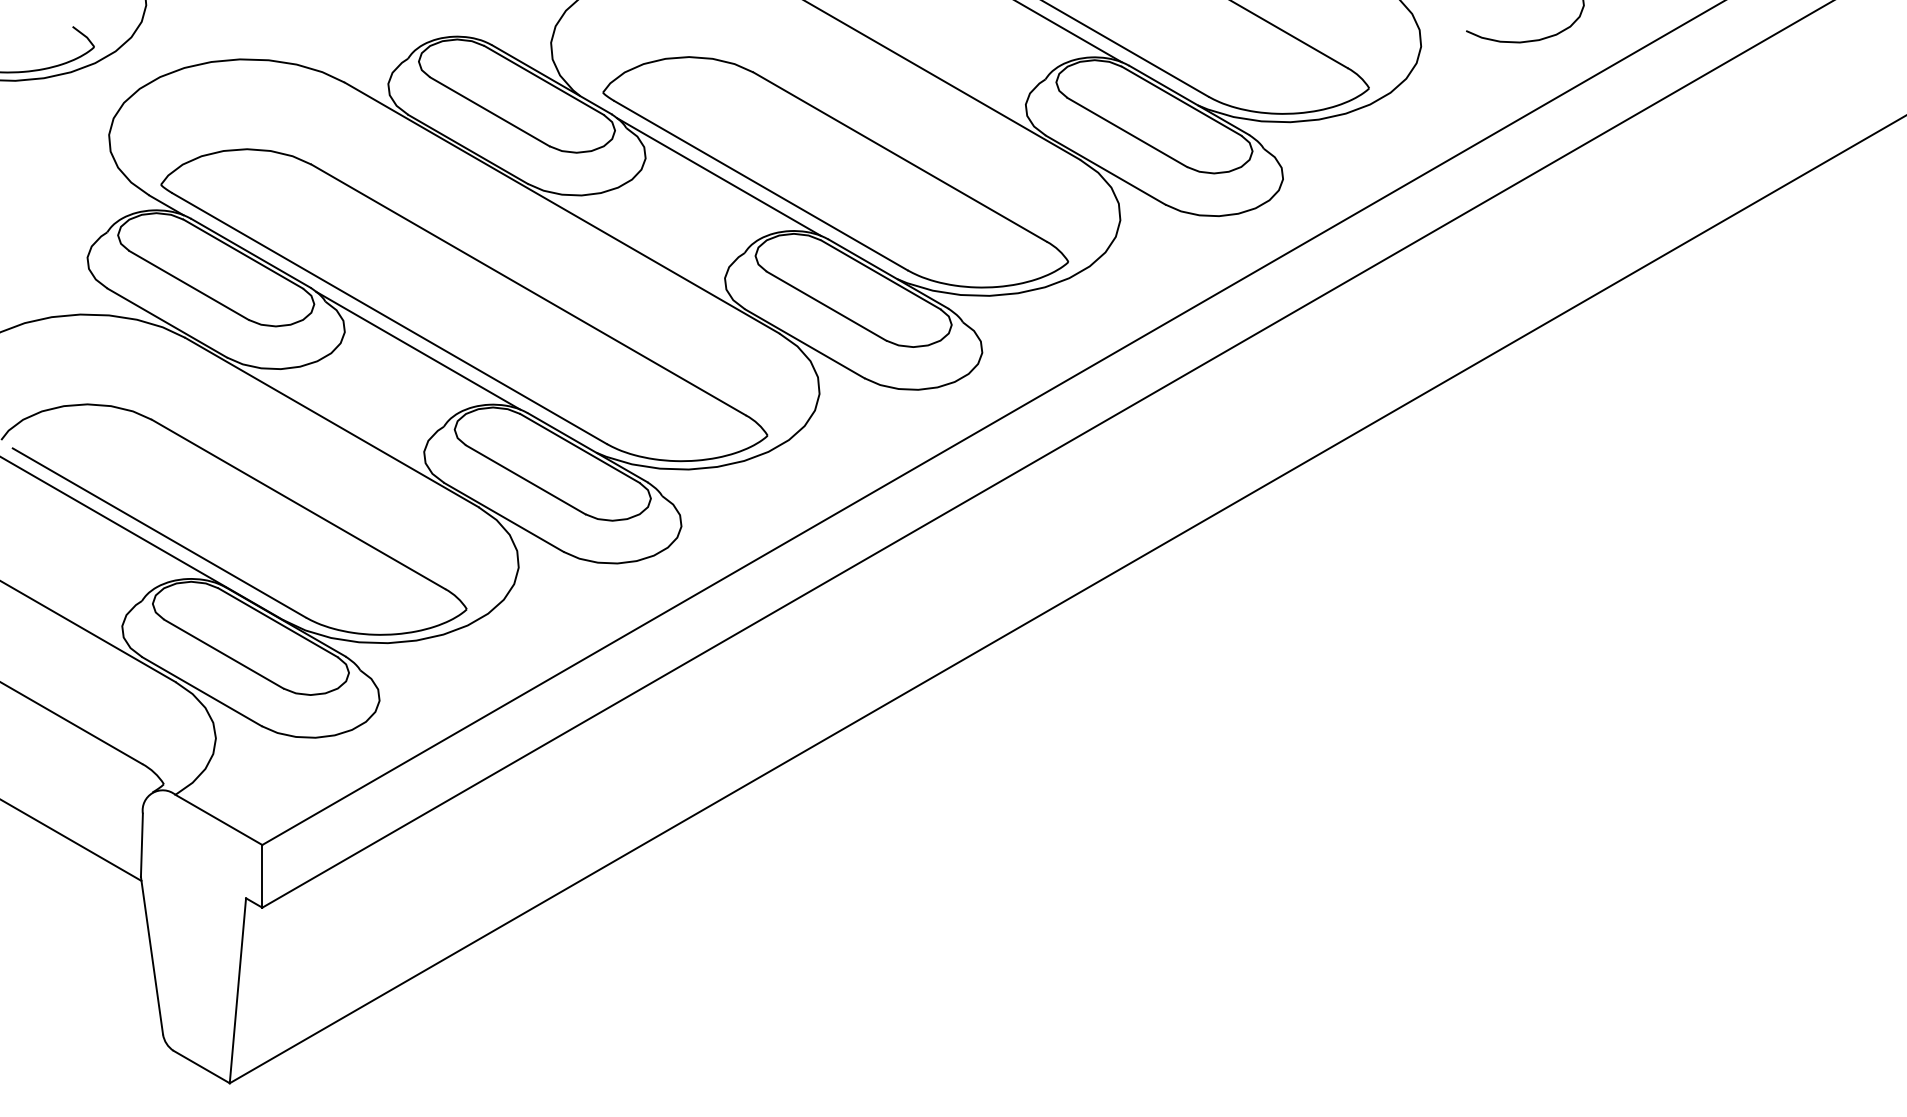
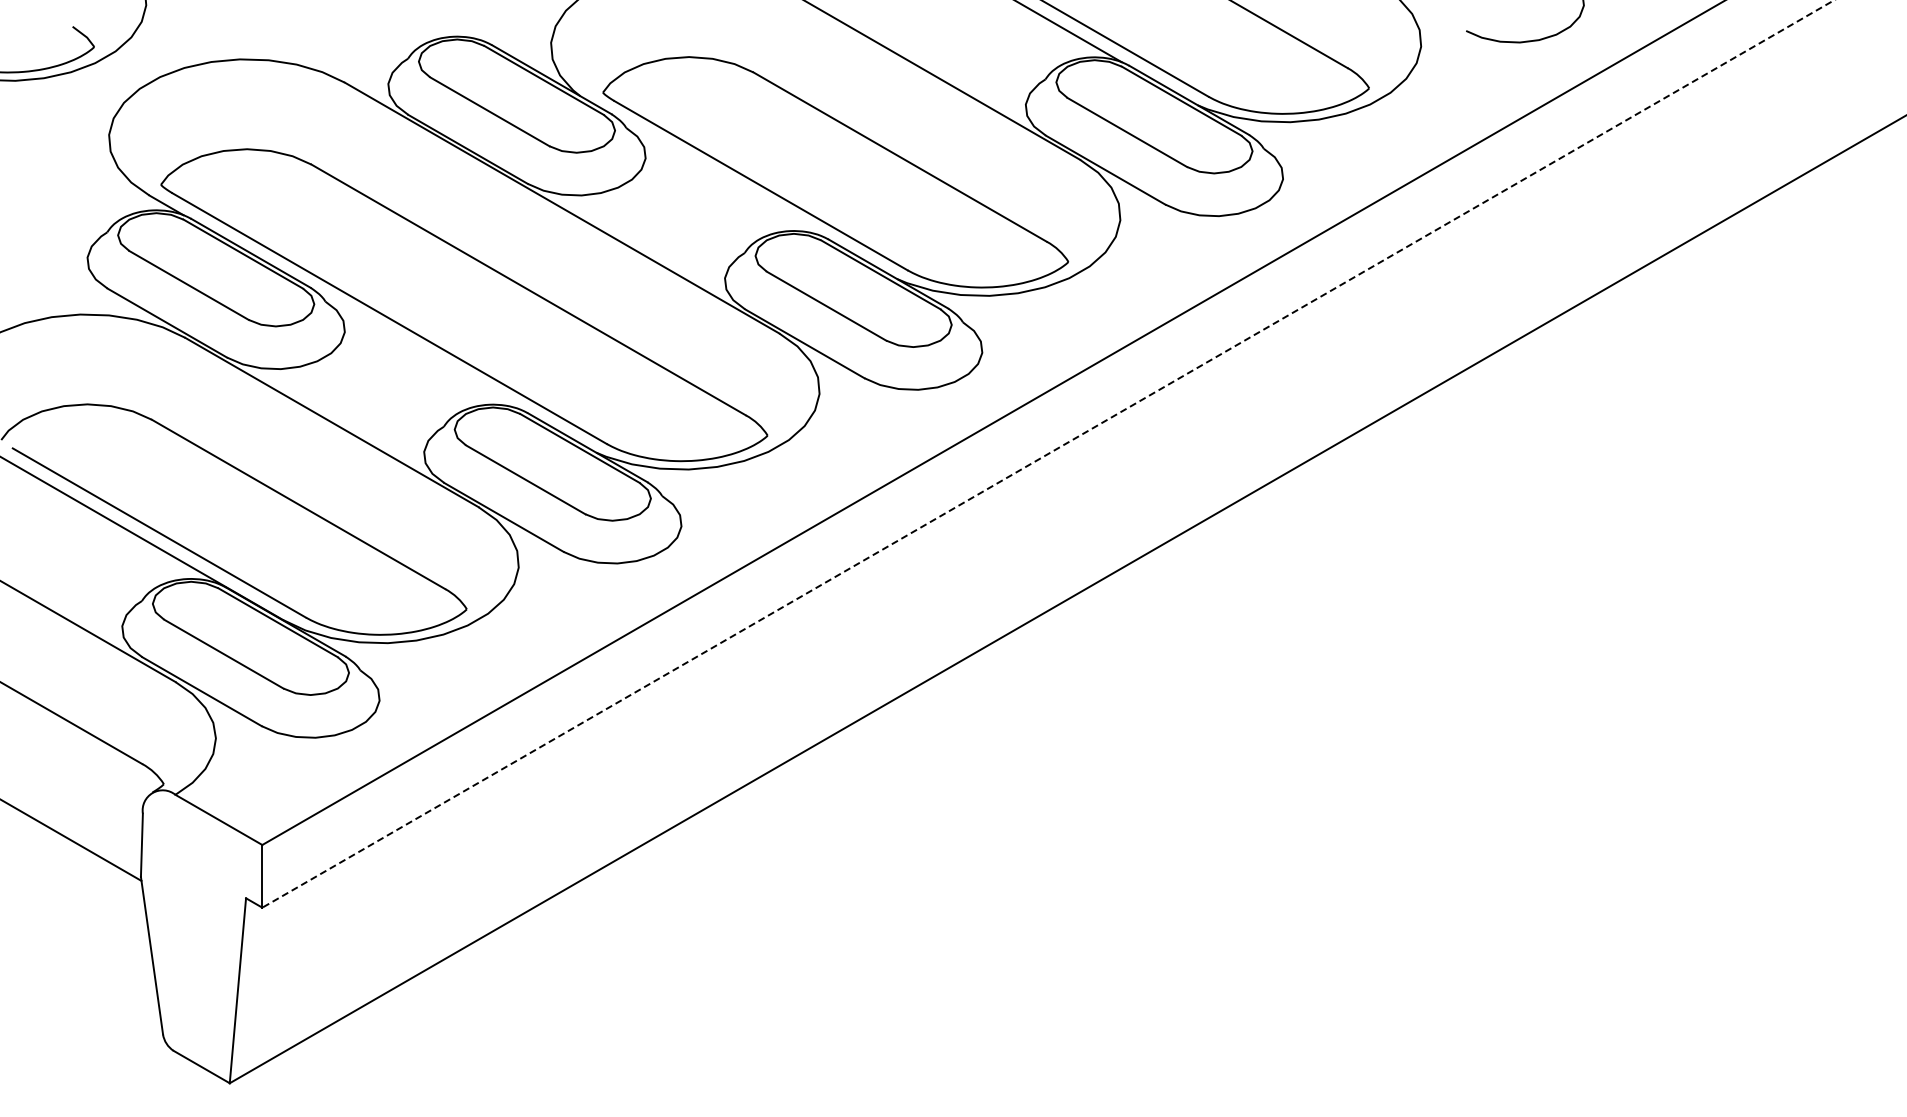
line at (719, 176): present -> none
line at (418, 350): present -> none
line at (1047, 454): solid -> dashed
